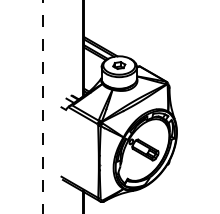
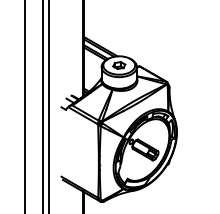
line at (25, 106): none -> present
line at (49, 106): none -> present
line at (42, 107): dashed -> solid
